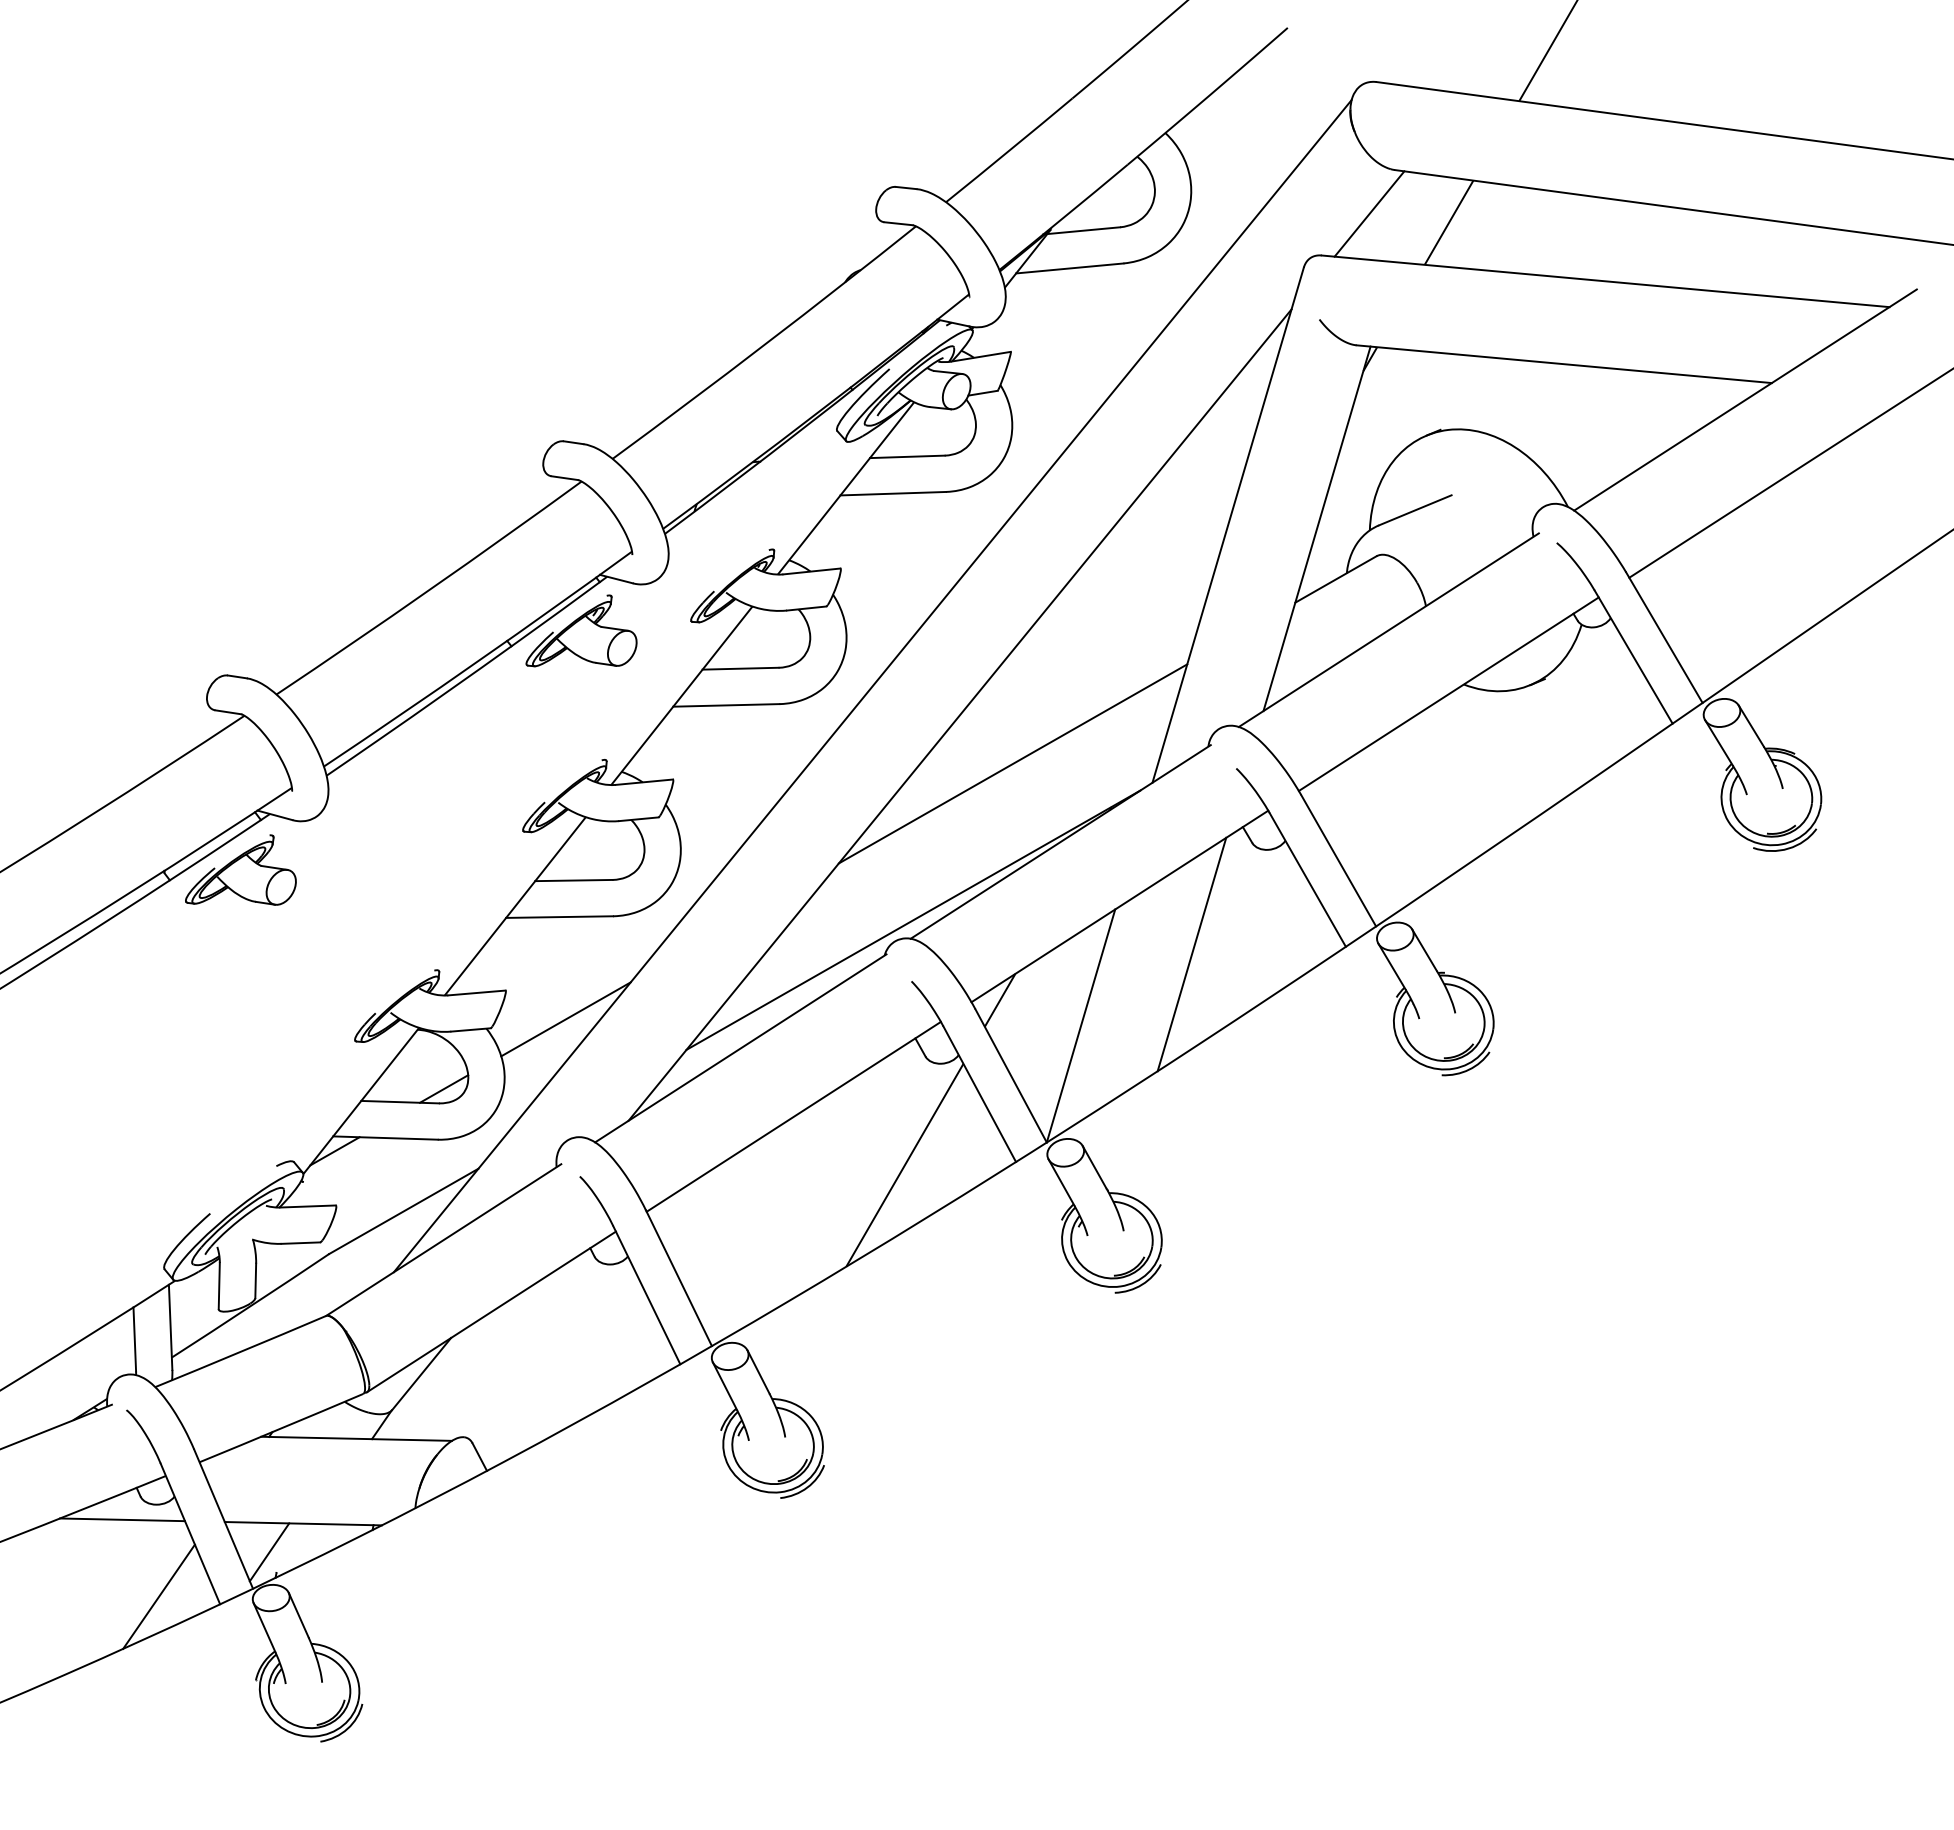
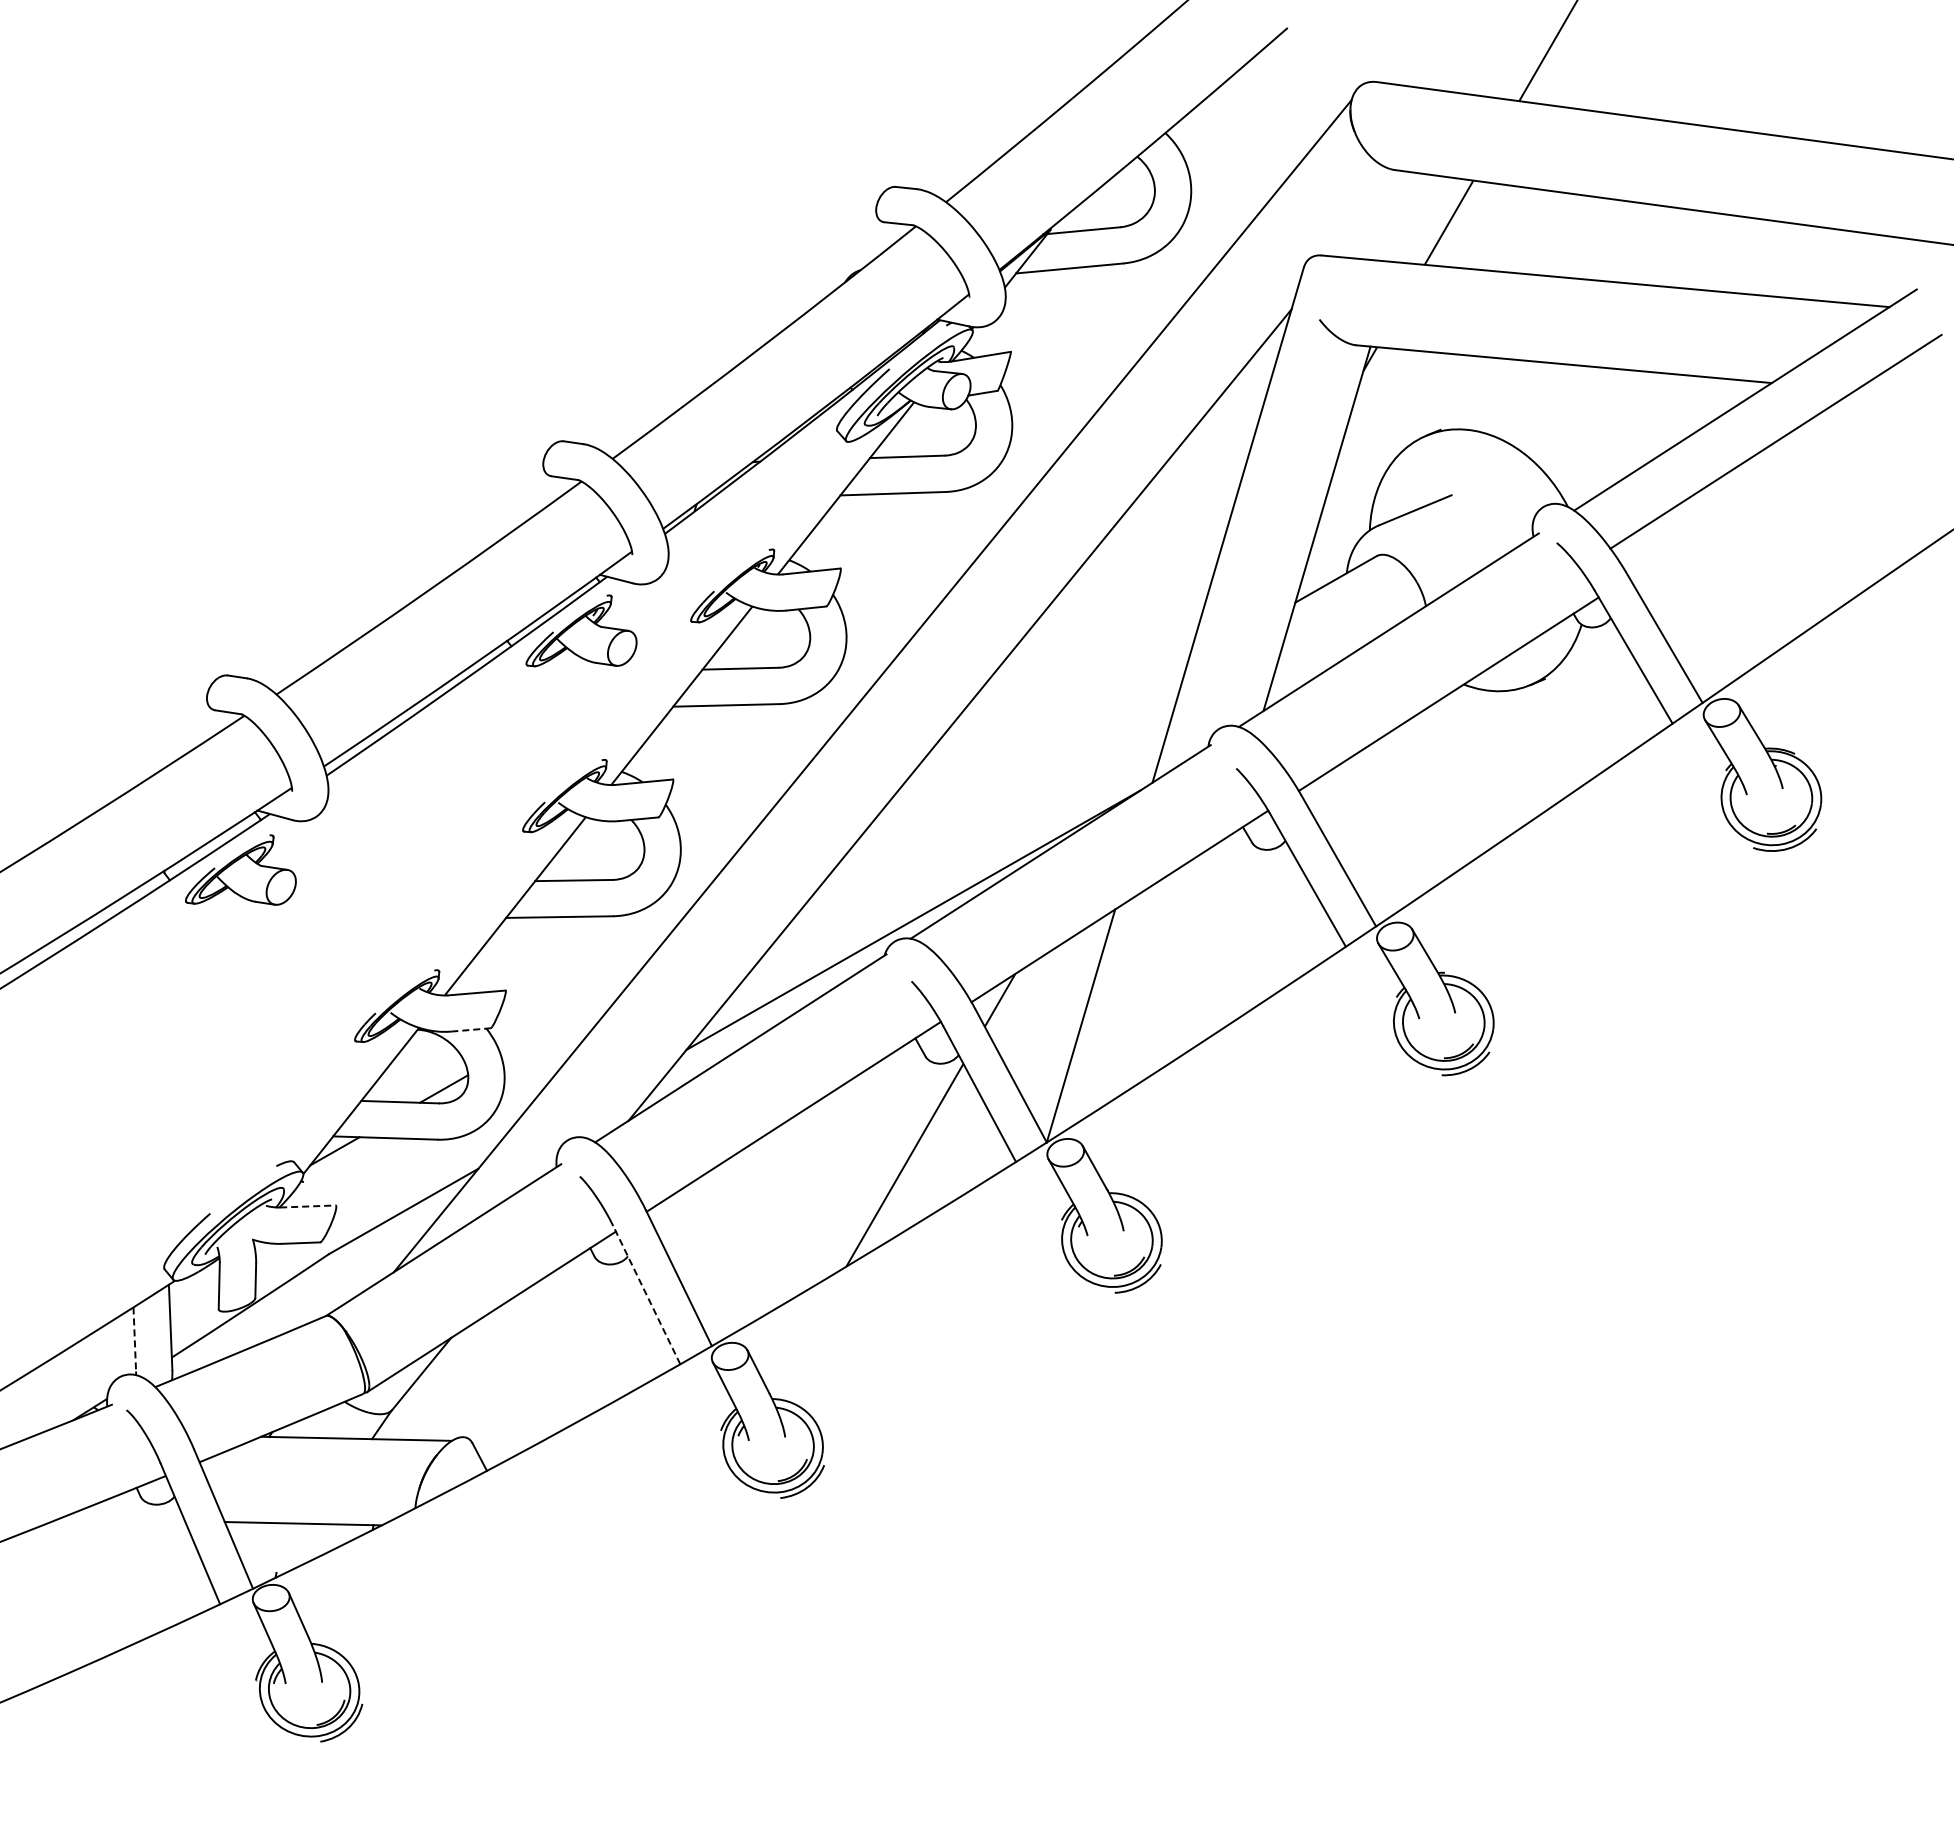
line at (1369, 213): present -> none
line at (1789, 473) position: (1789, 473) -> (1775, 441)
line at (1012, 763): present -> none
line at (1191, 954): present -> none
line at (565, 1019): present -> none
line at (471, 1029): solid -> dashed
line at (307, 1206): solid -> dashed
line at (646, 1295): solid -> dashed
line at (134, 1339): solid -> dashed
line at (122, 1519): present -> none
line at (269, 1552): present -> none
line at (158, 1596): present -> none
